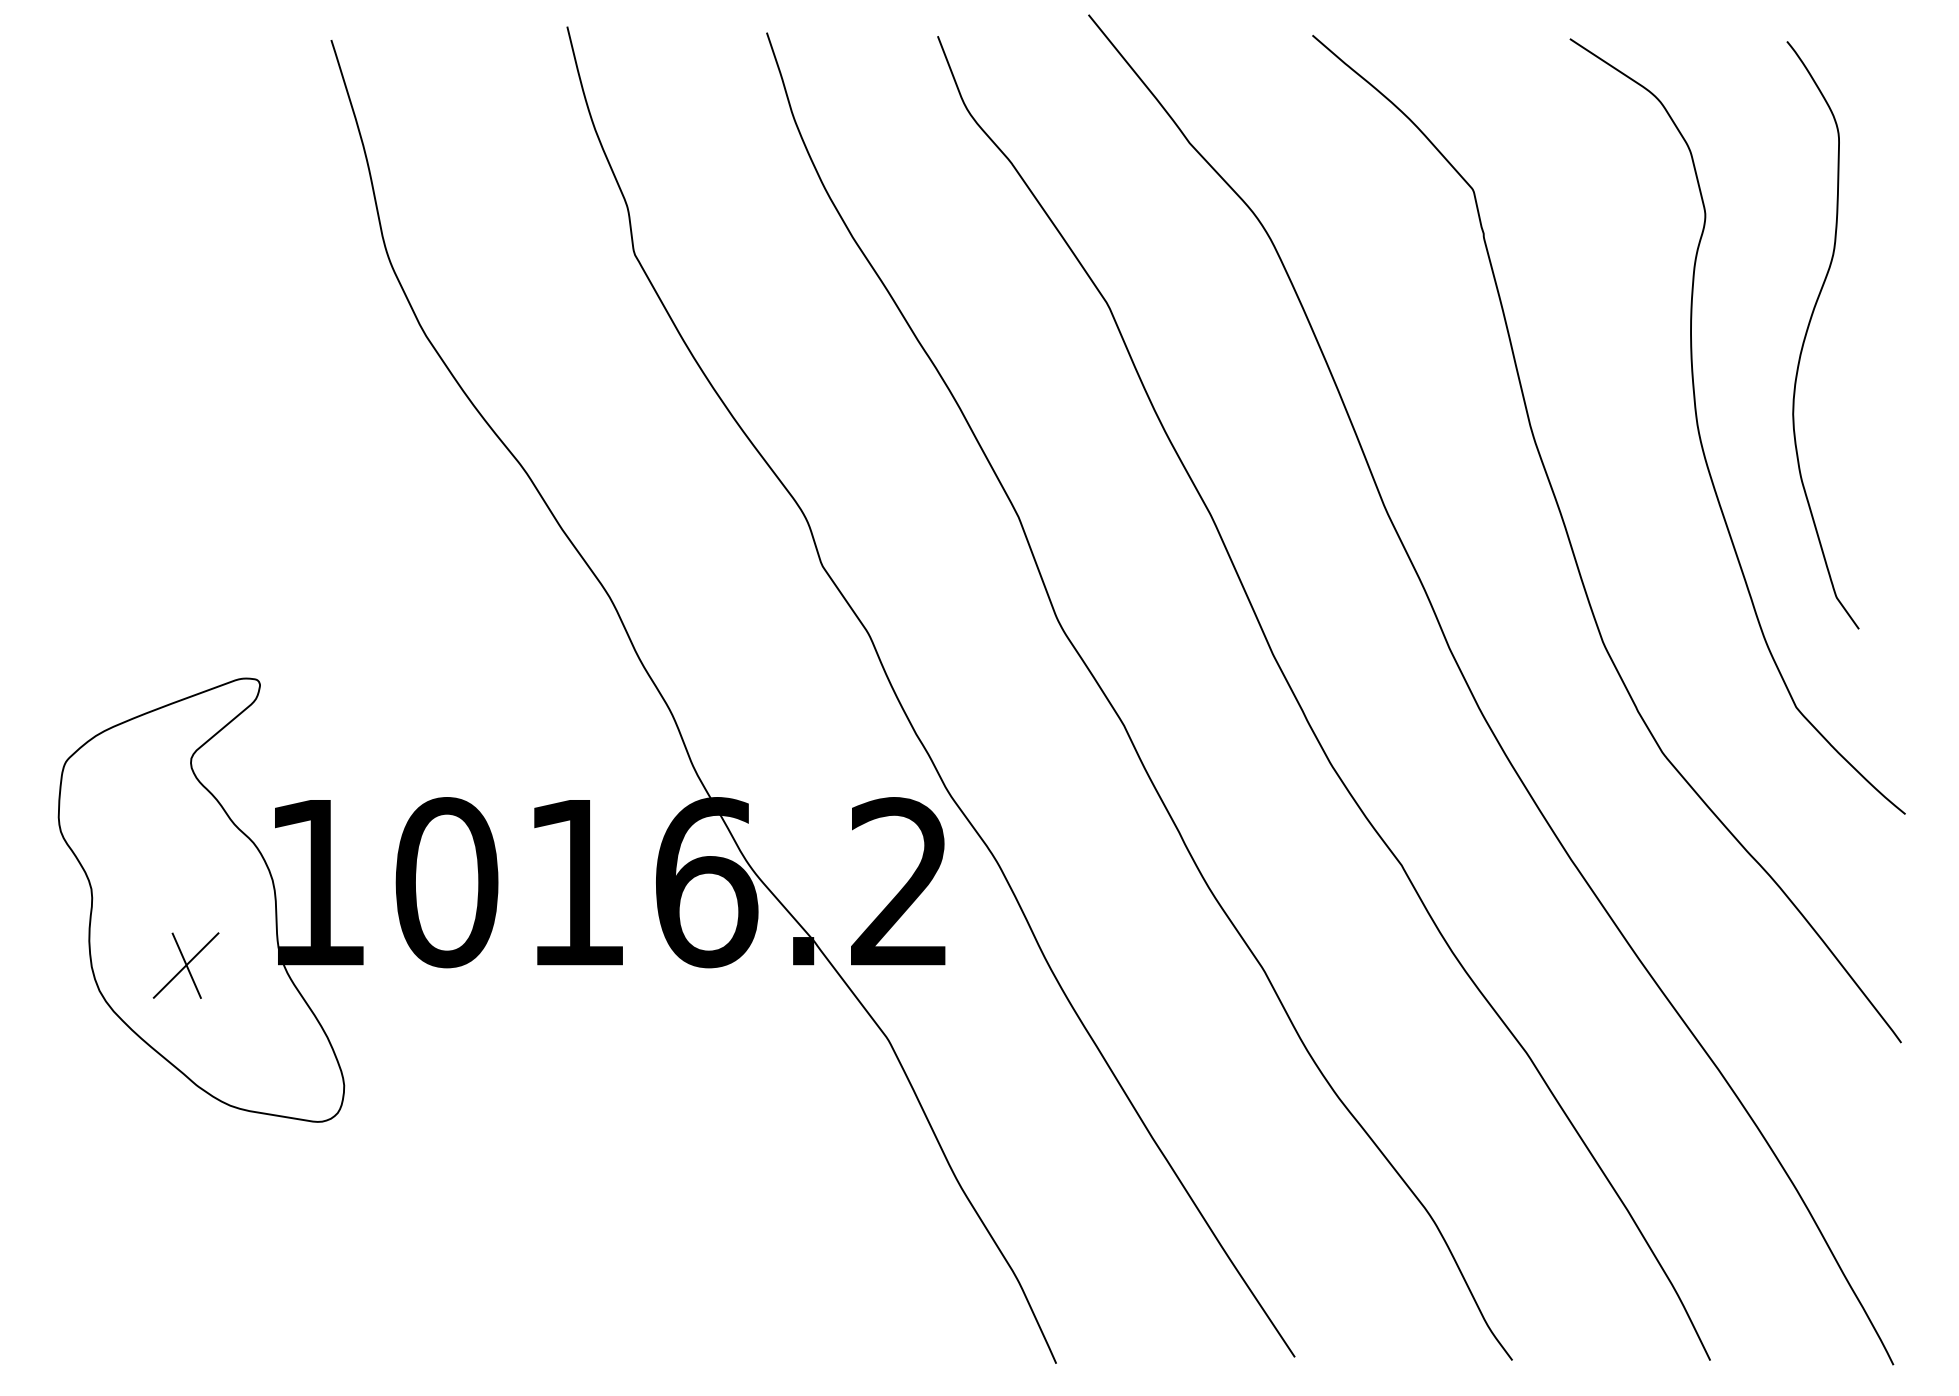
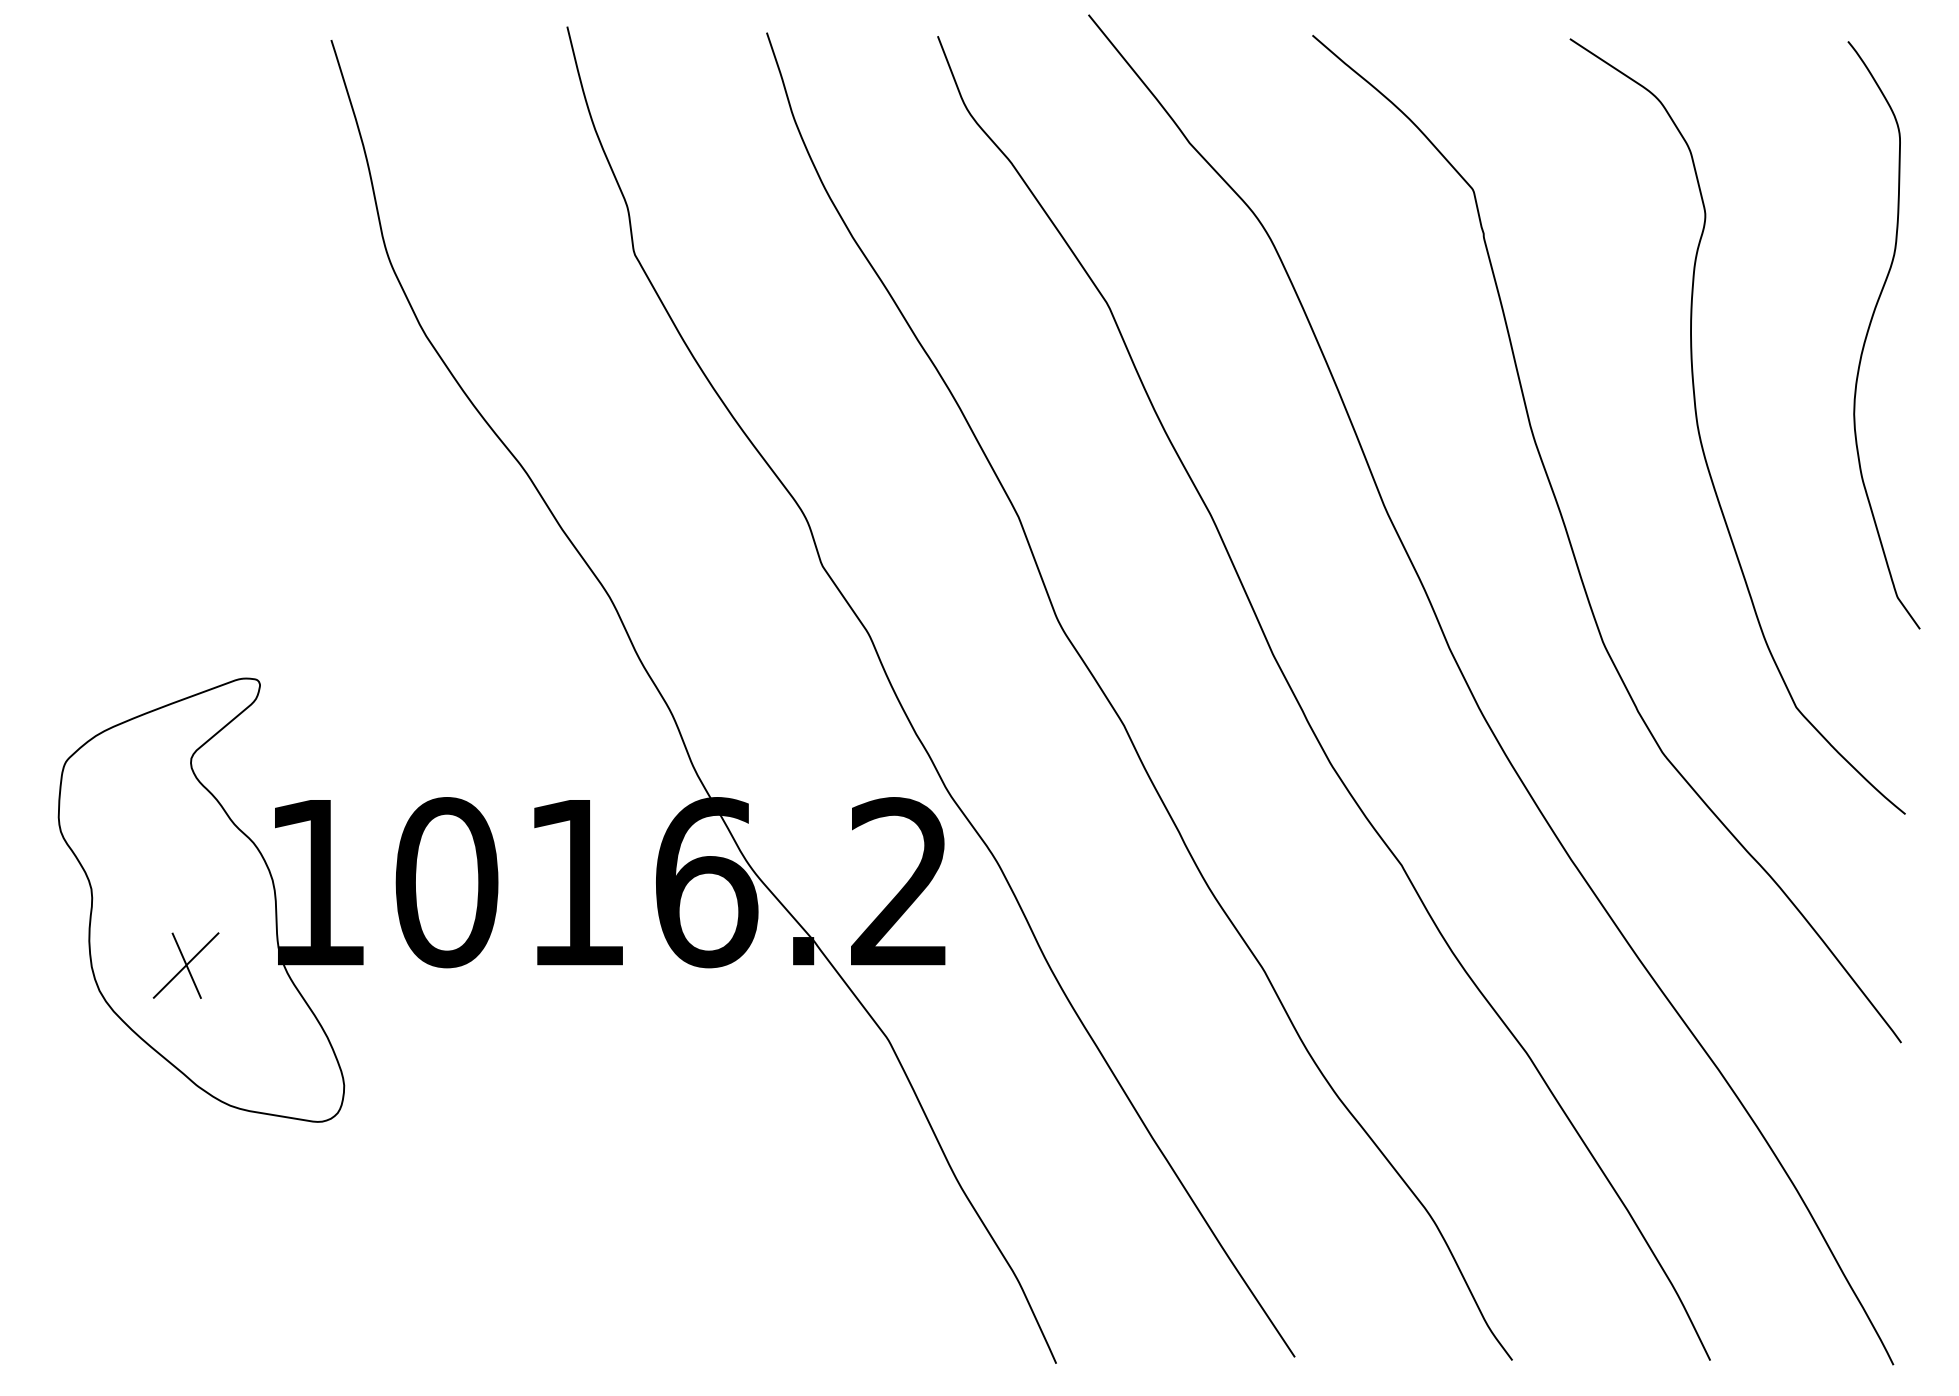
curve at (1808, 330) position: (1808, 330) -> (1869, 330)
